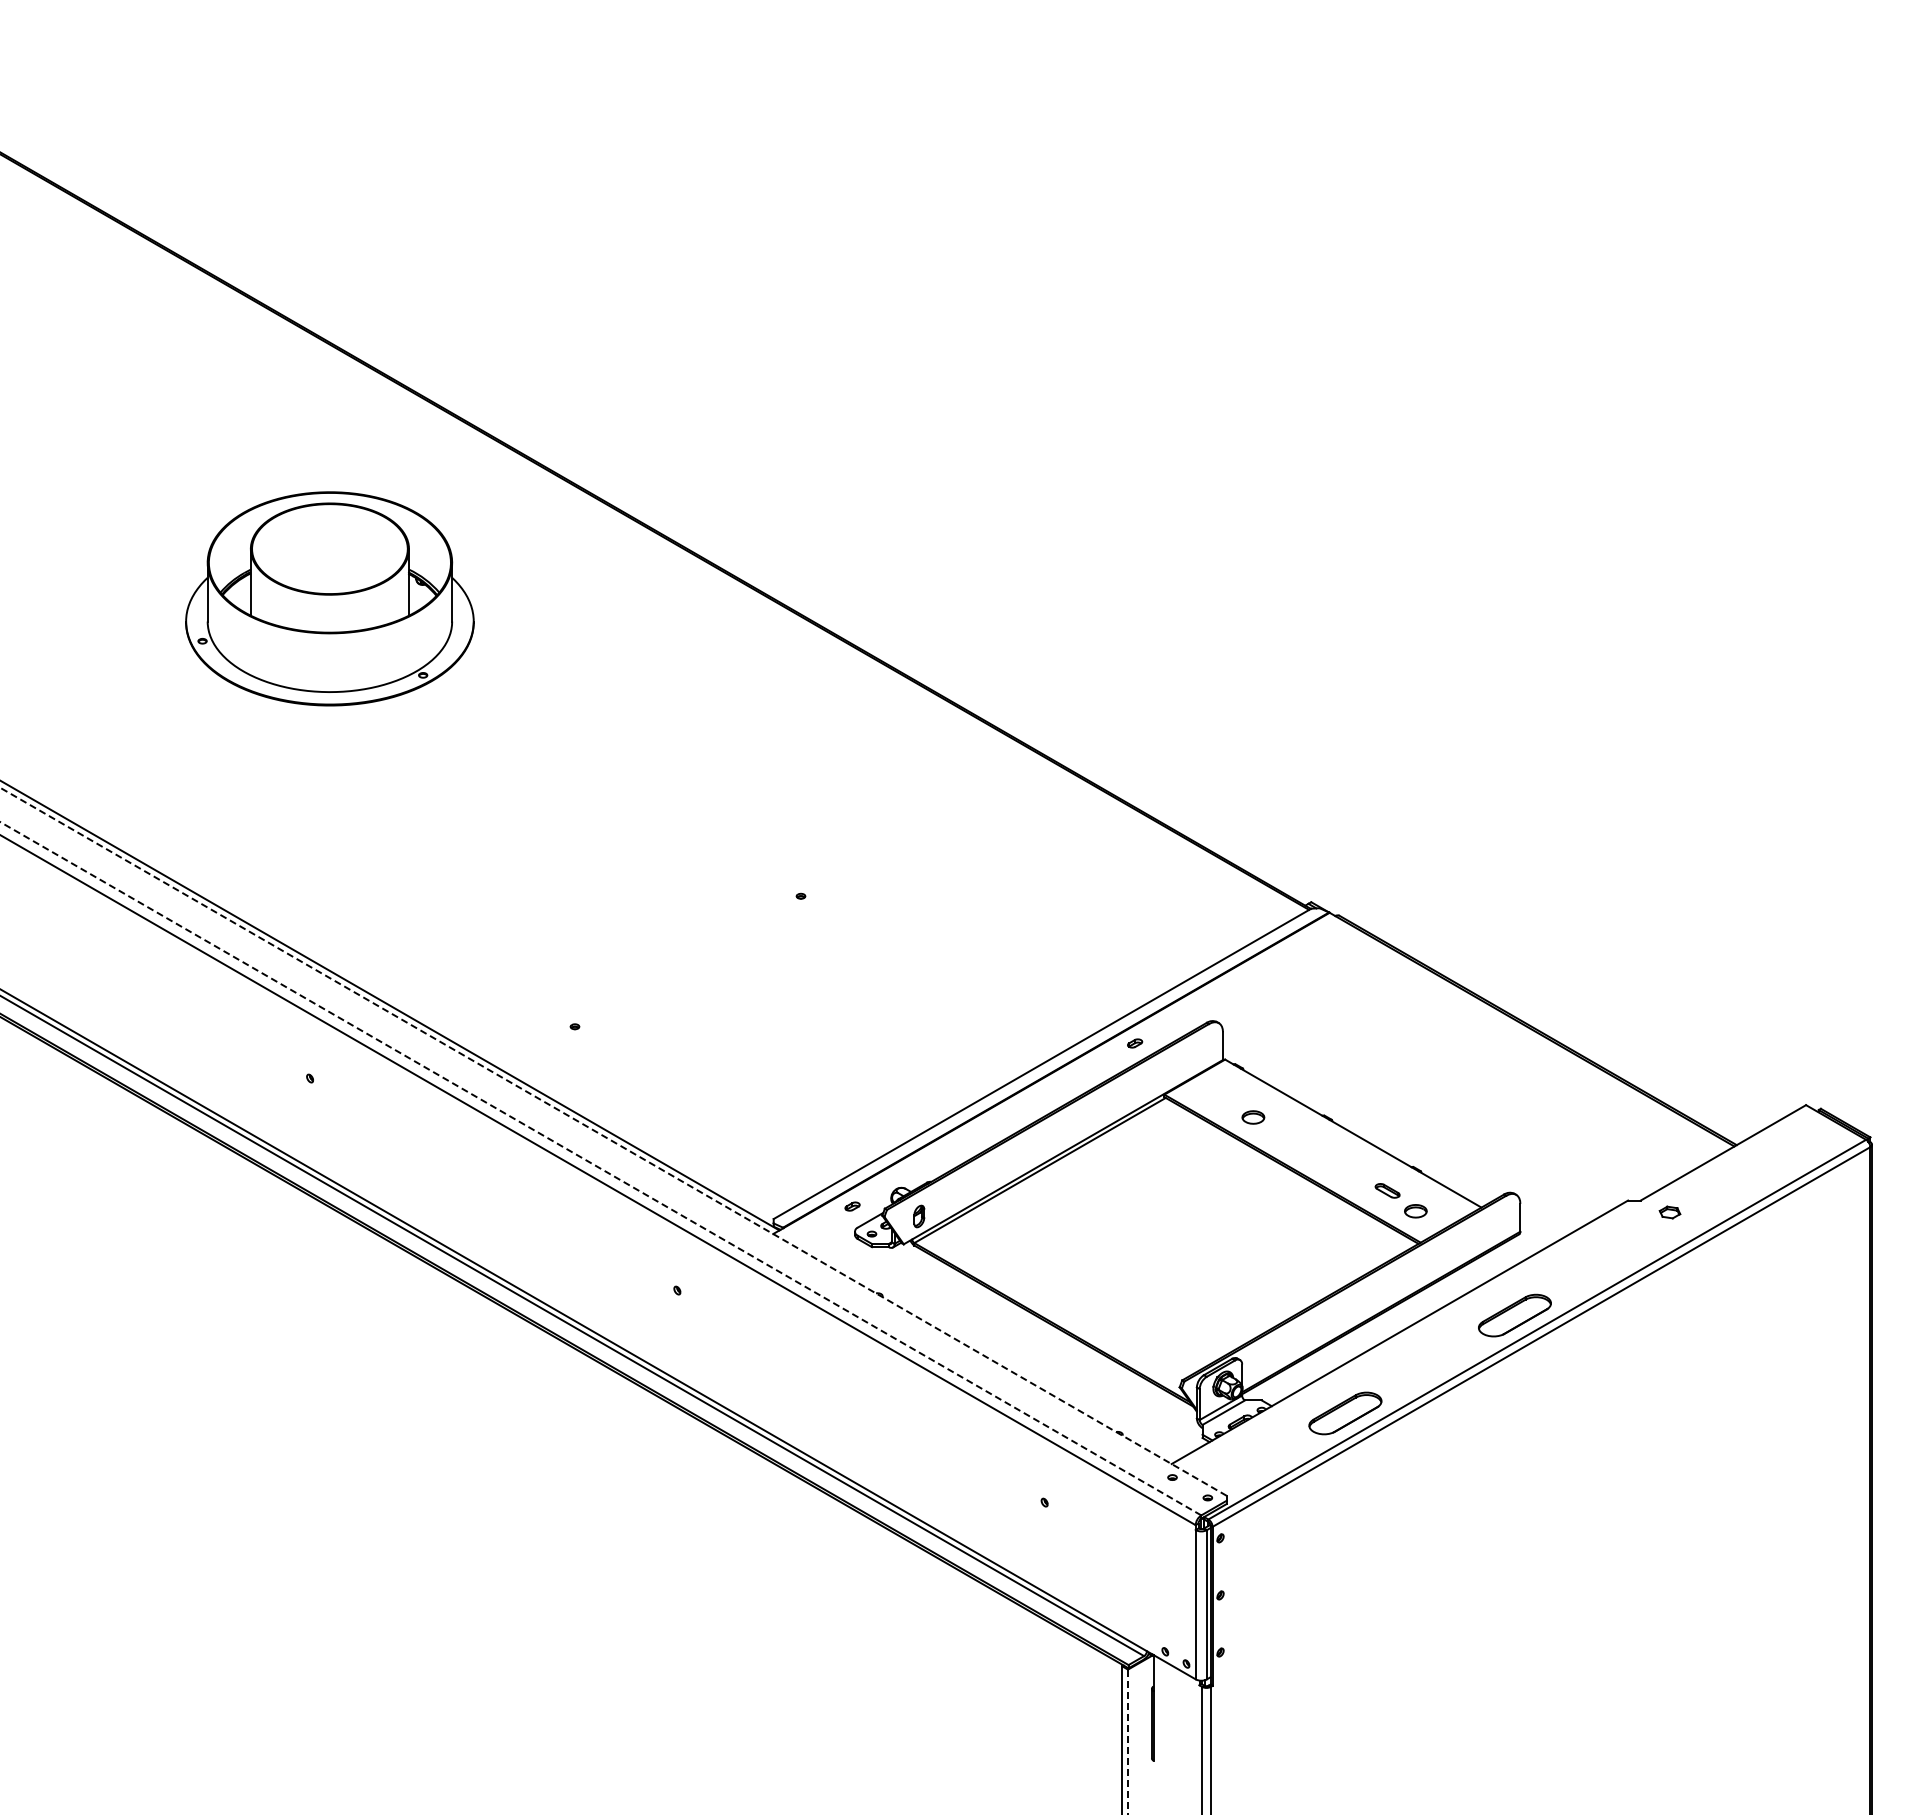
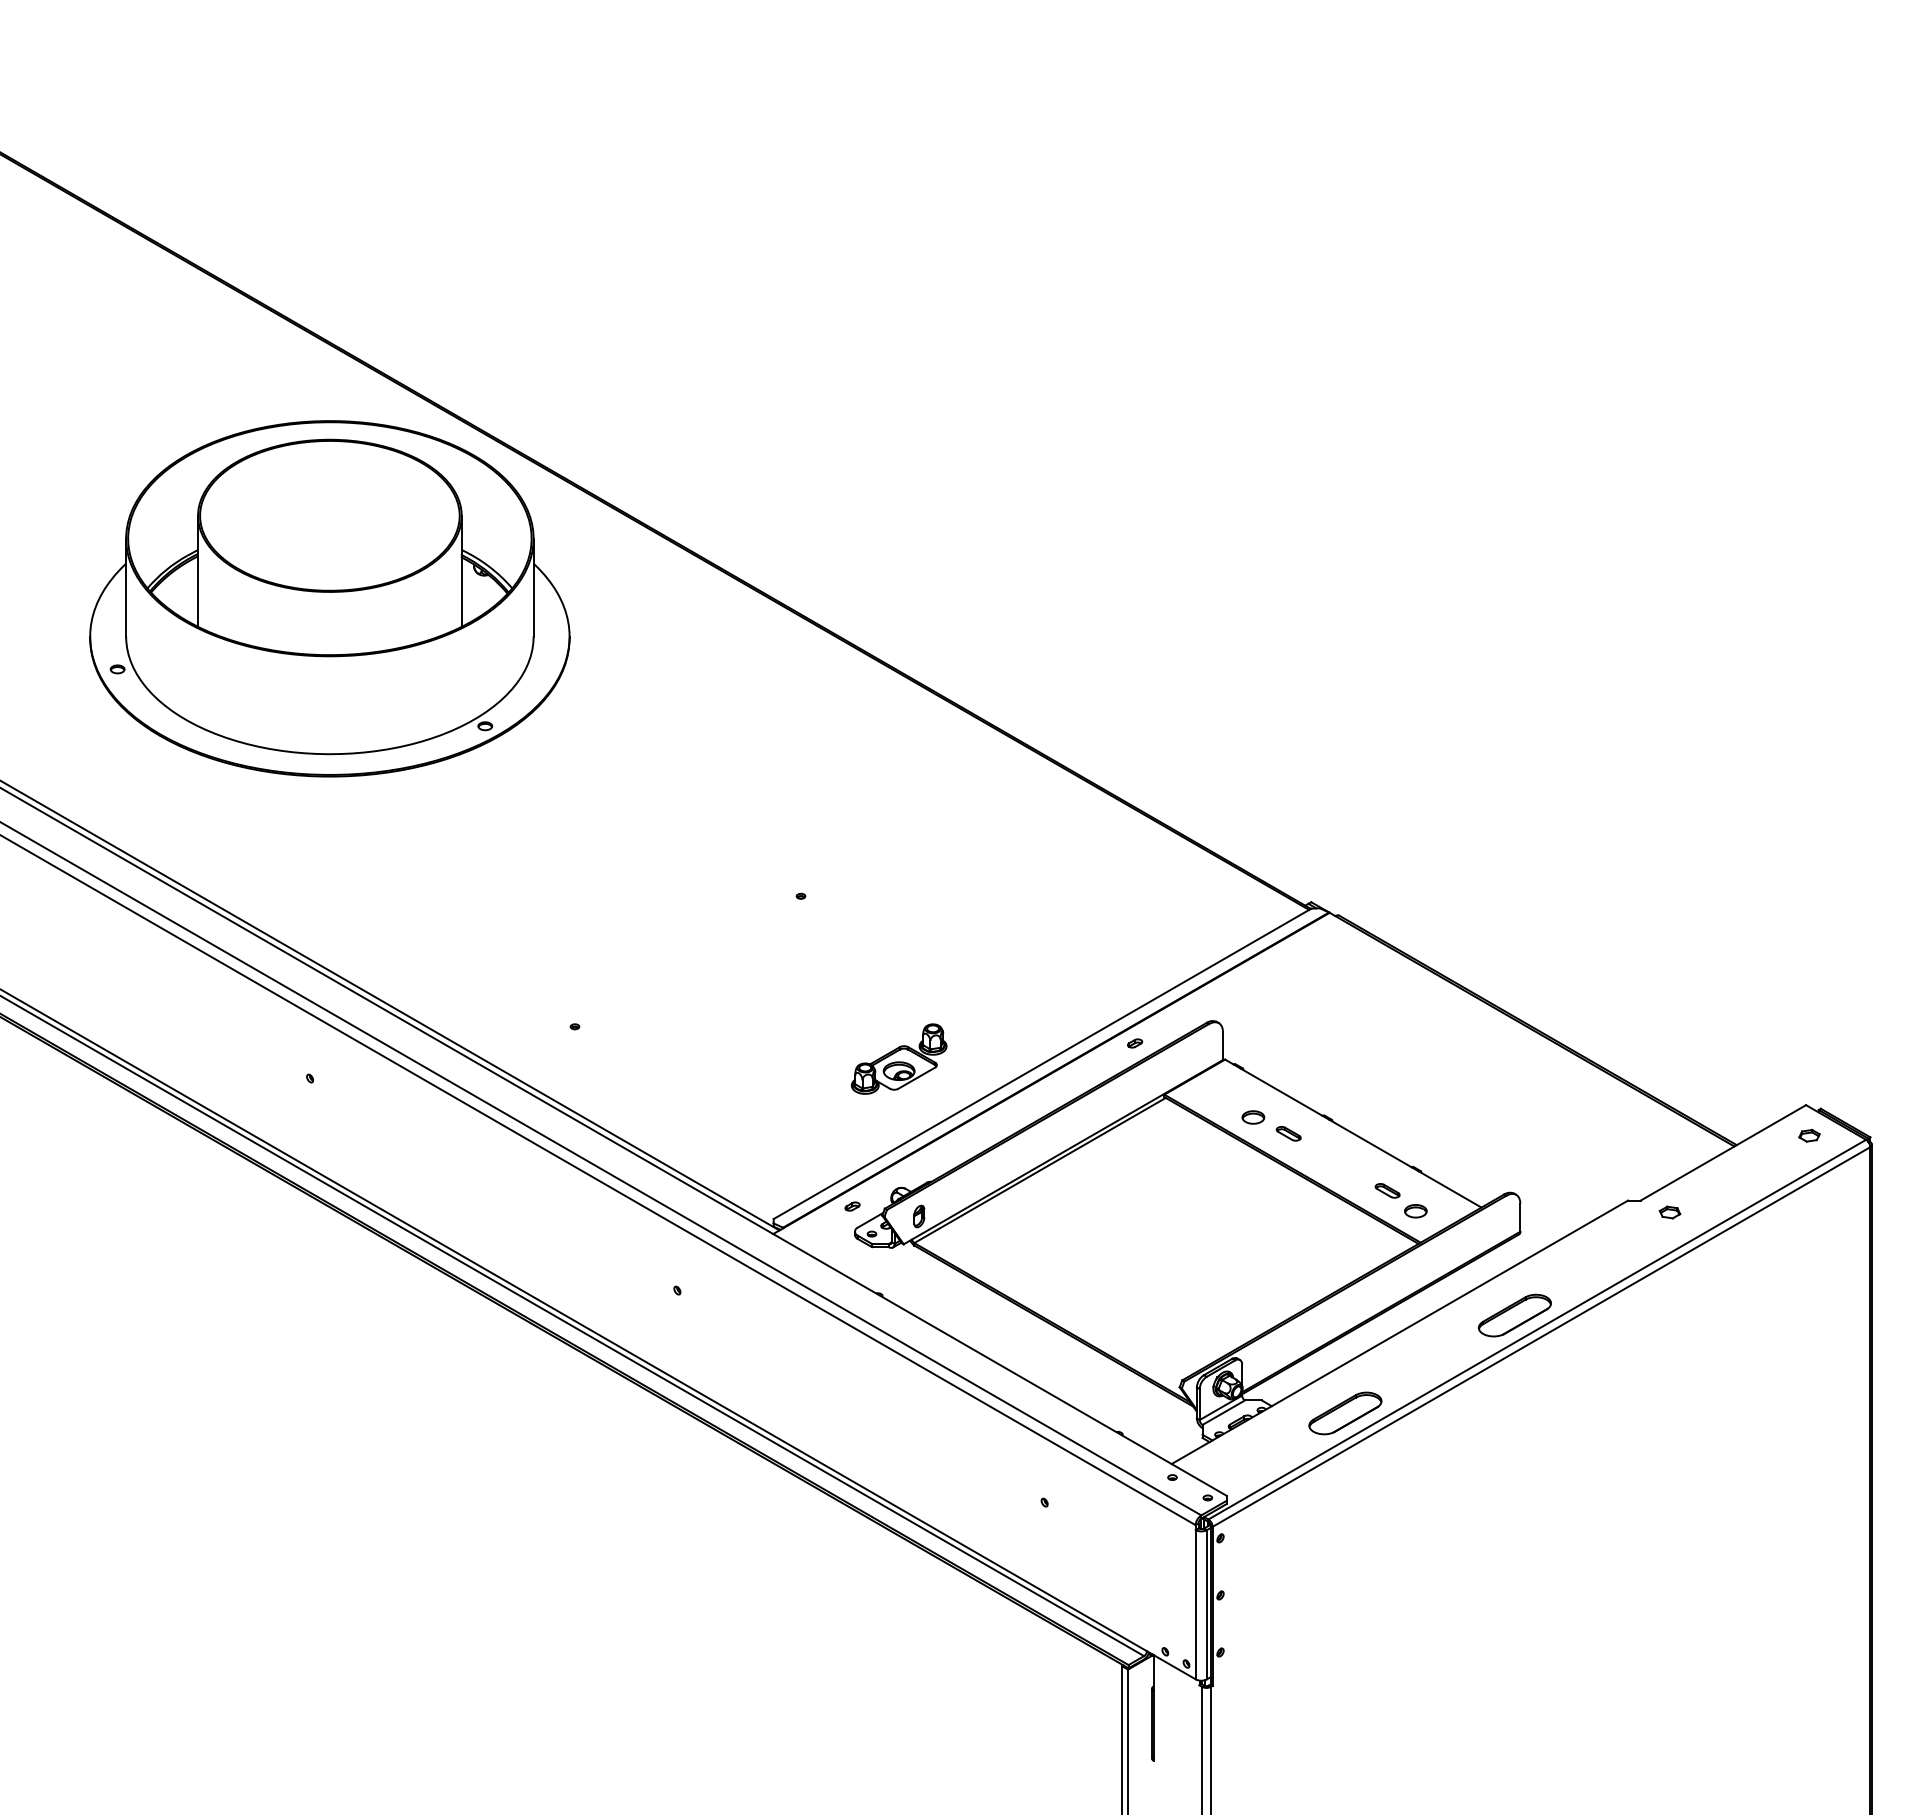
part at (329, 598) size: 290x216 px -> 482x358 px
part at (898, 1058): none -> present
part at (1288, 1133): none -> present
part at (1809, 1135): none -> present
line at (613, 1141): dashed -> solid
line at (600, 1168): dashed -> solid
line at (1128, 1742): dashed -> solid
